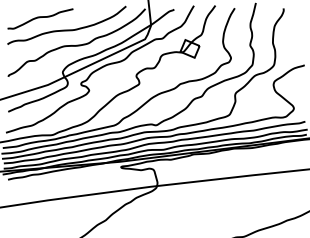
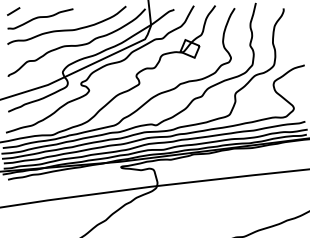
line at (13, 11): none -> present
